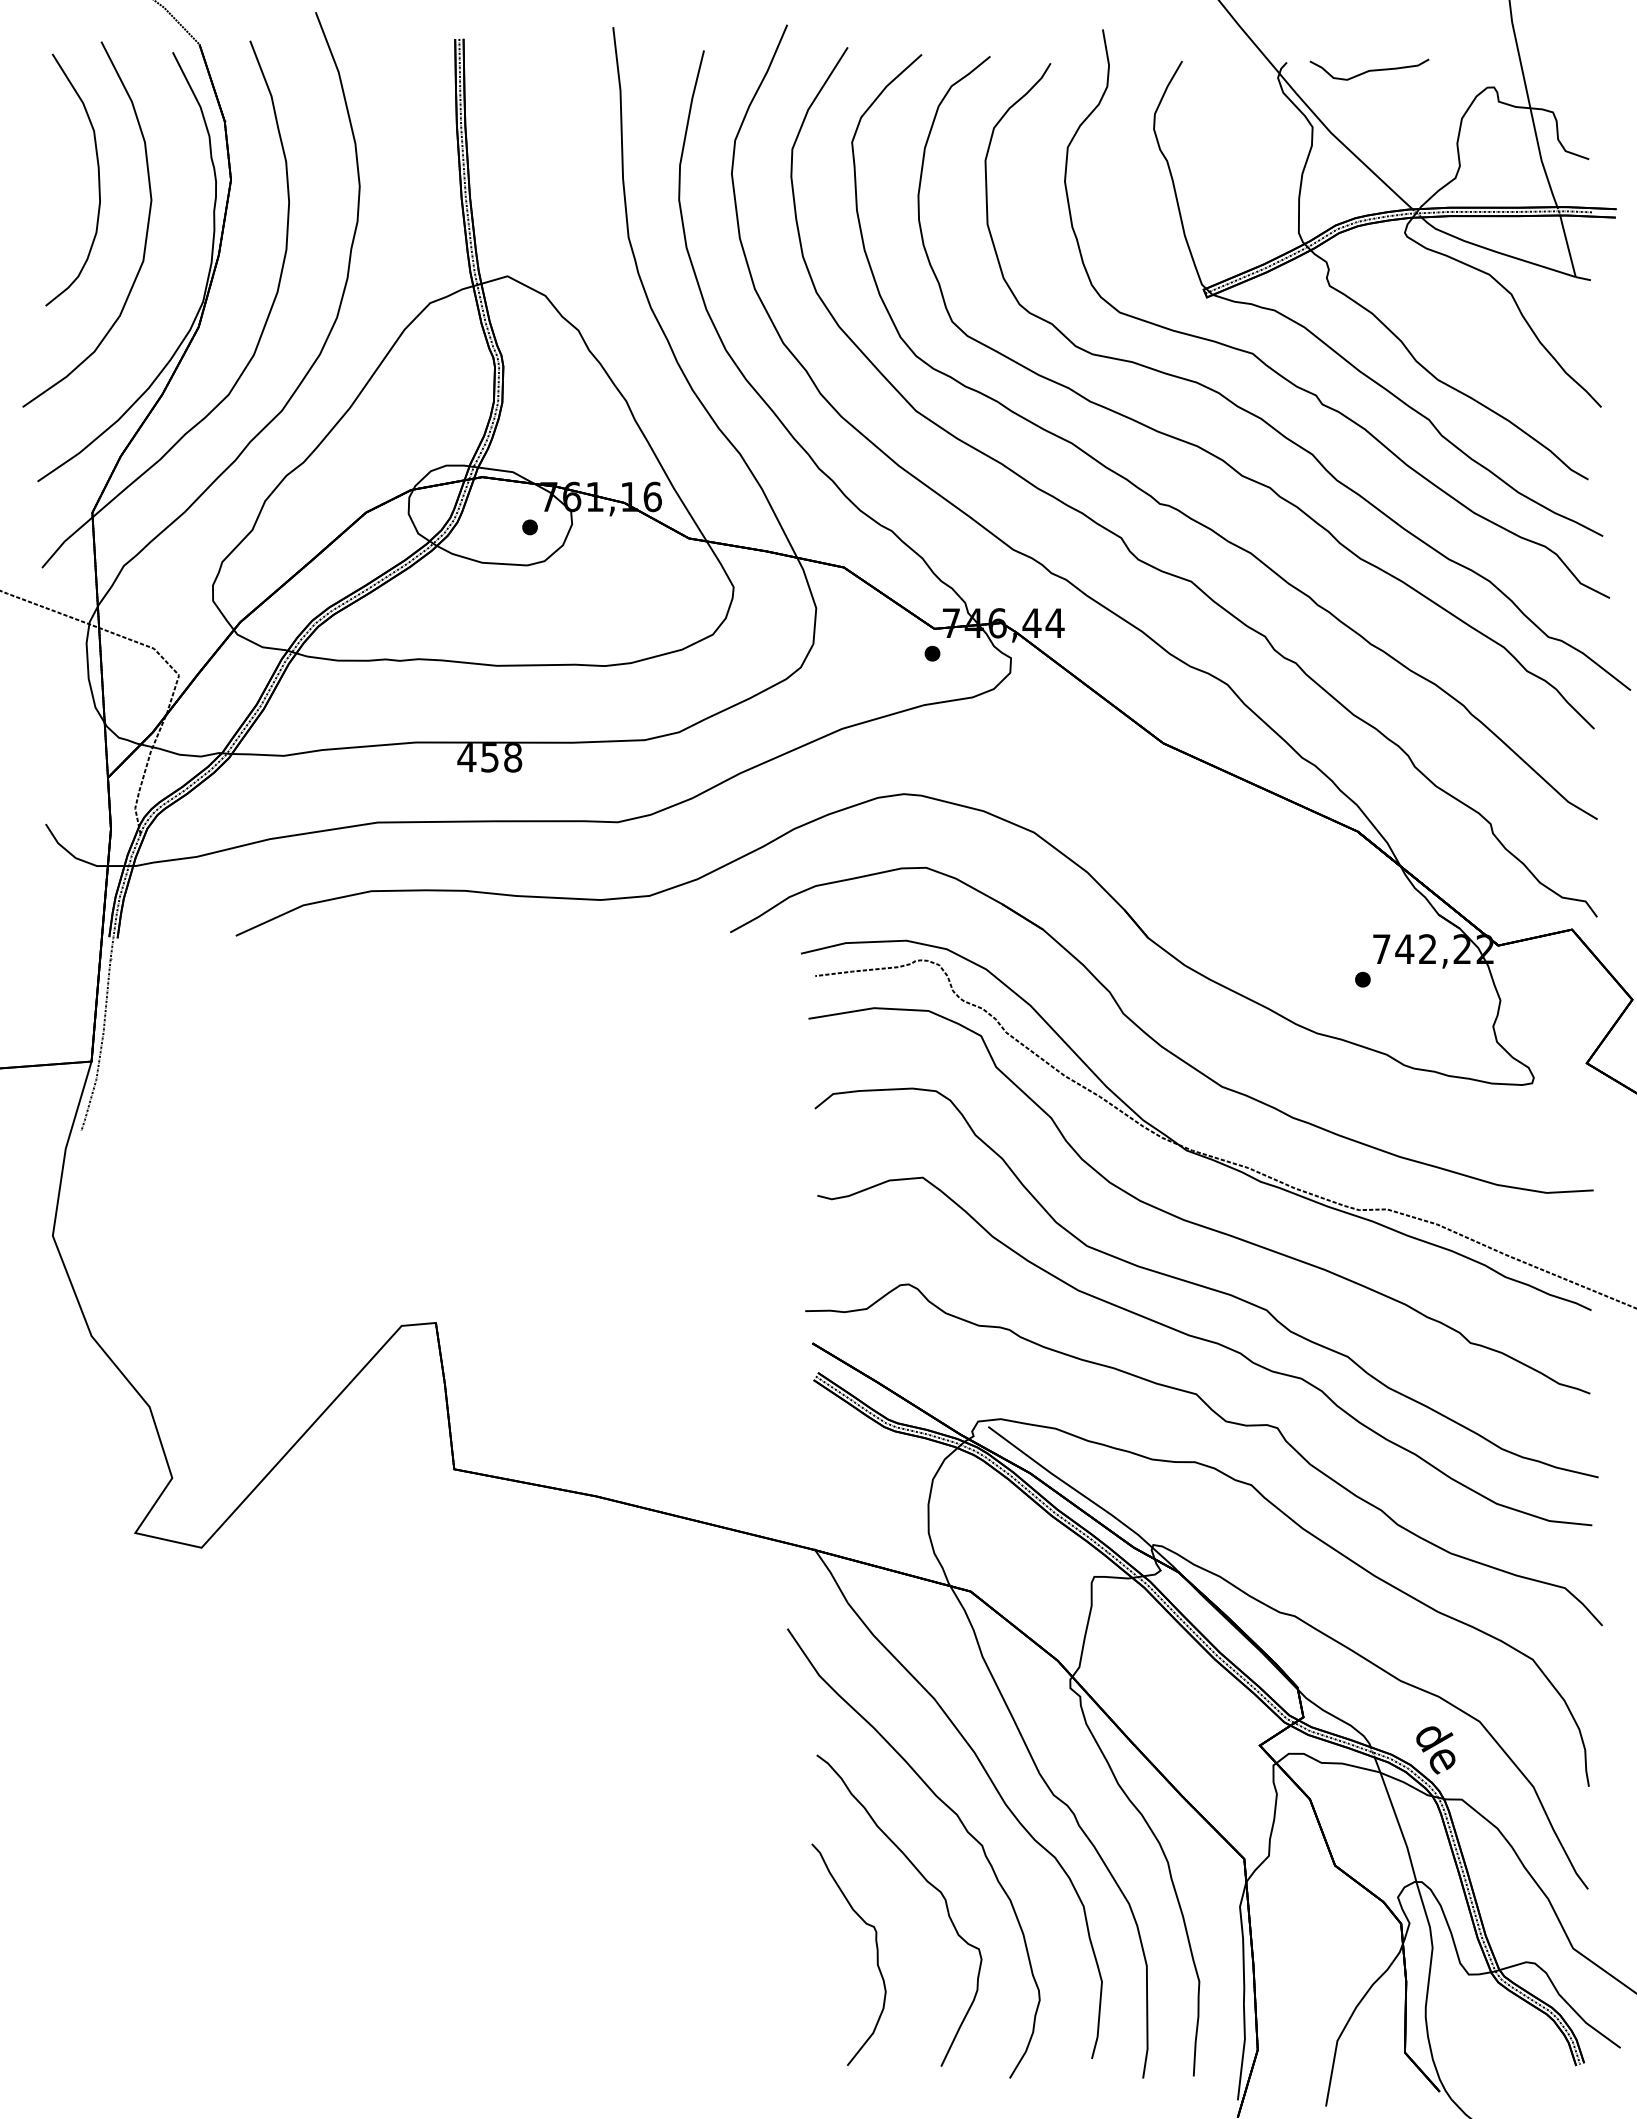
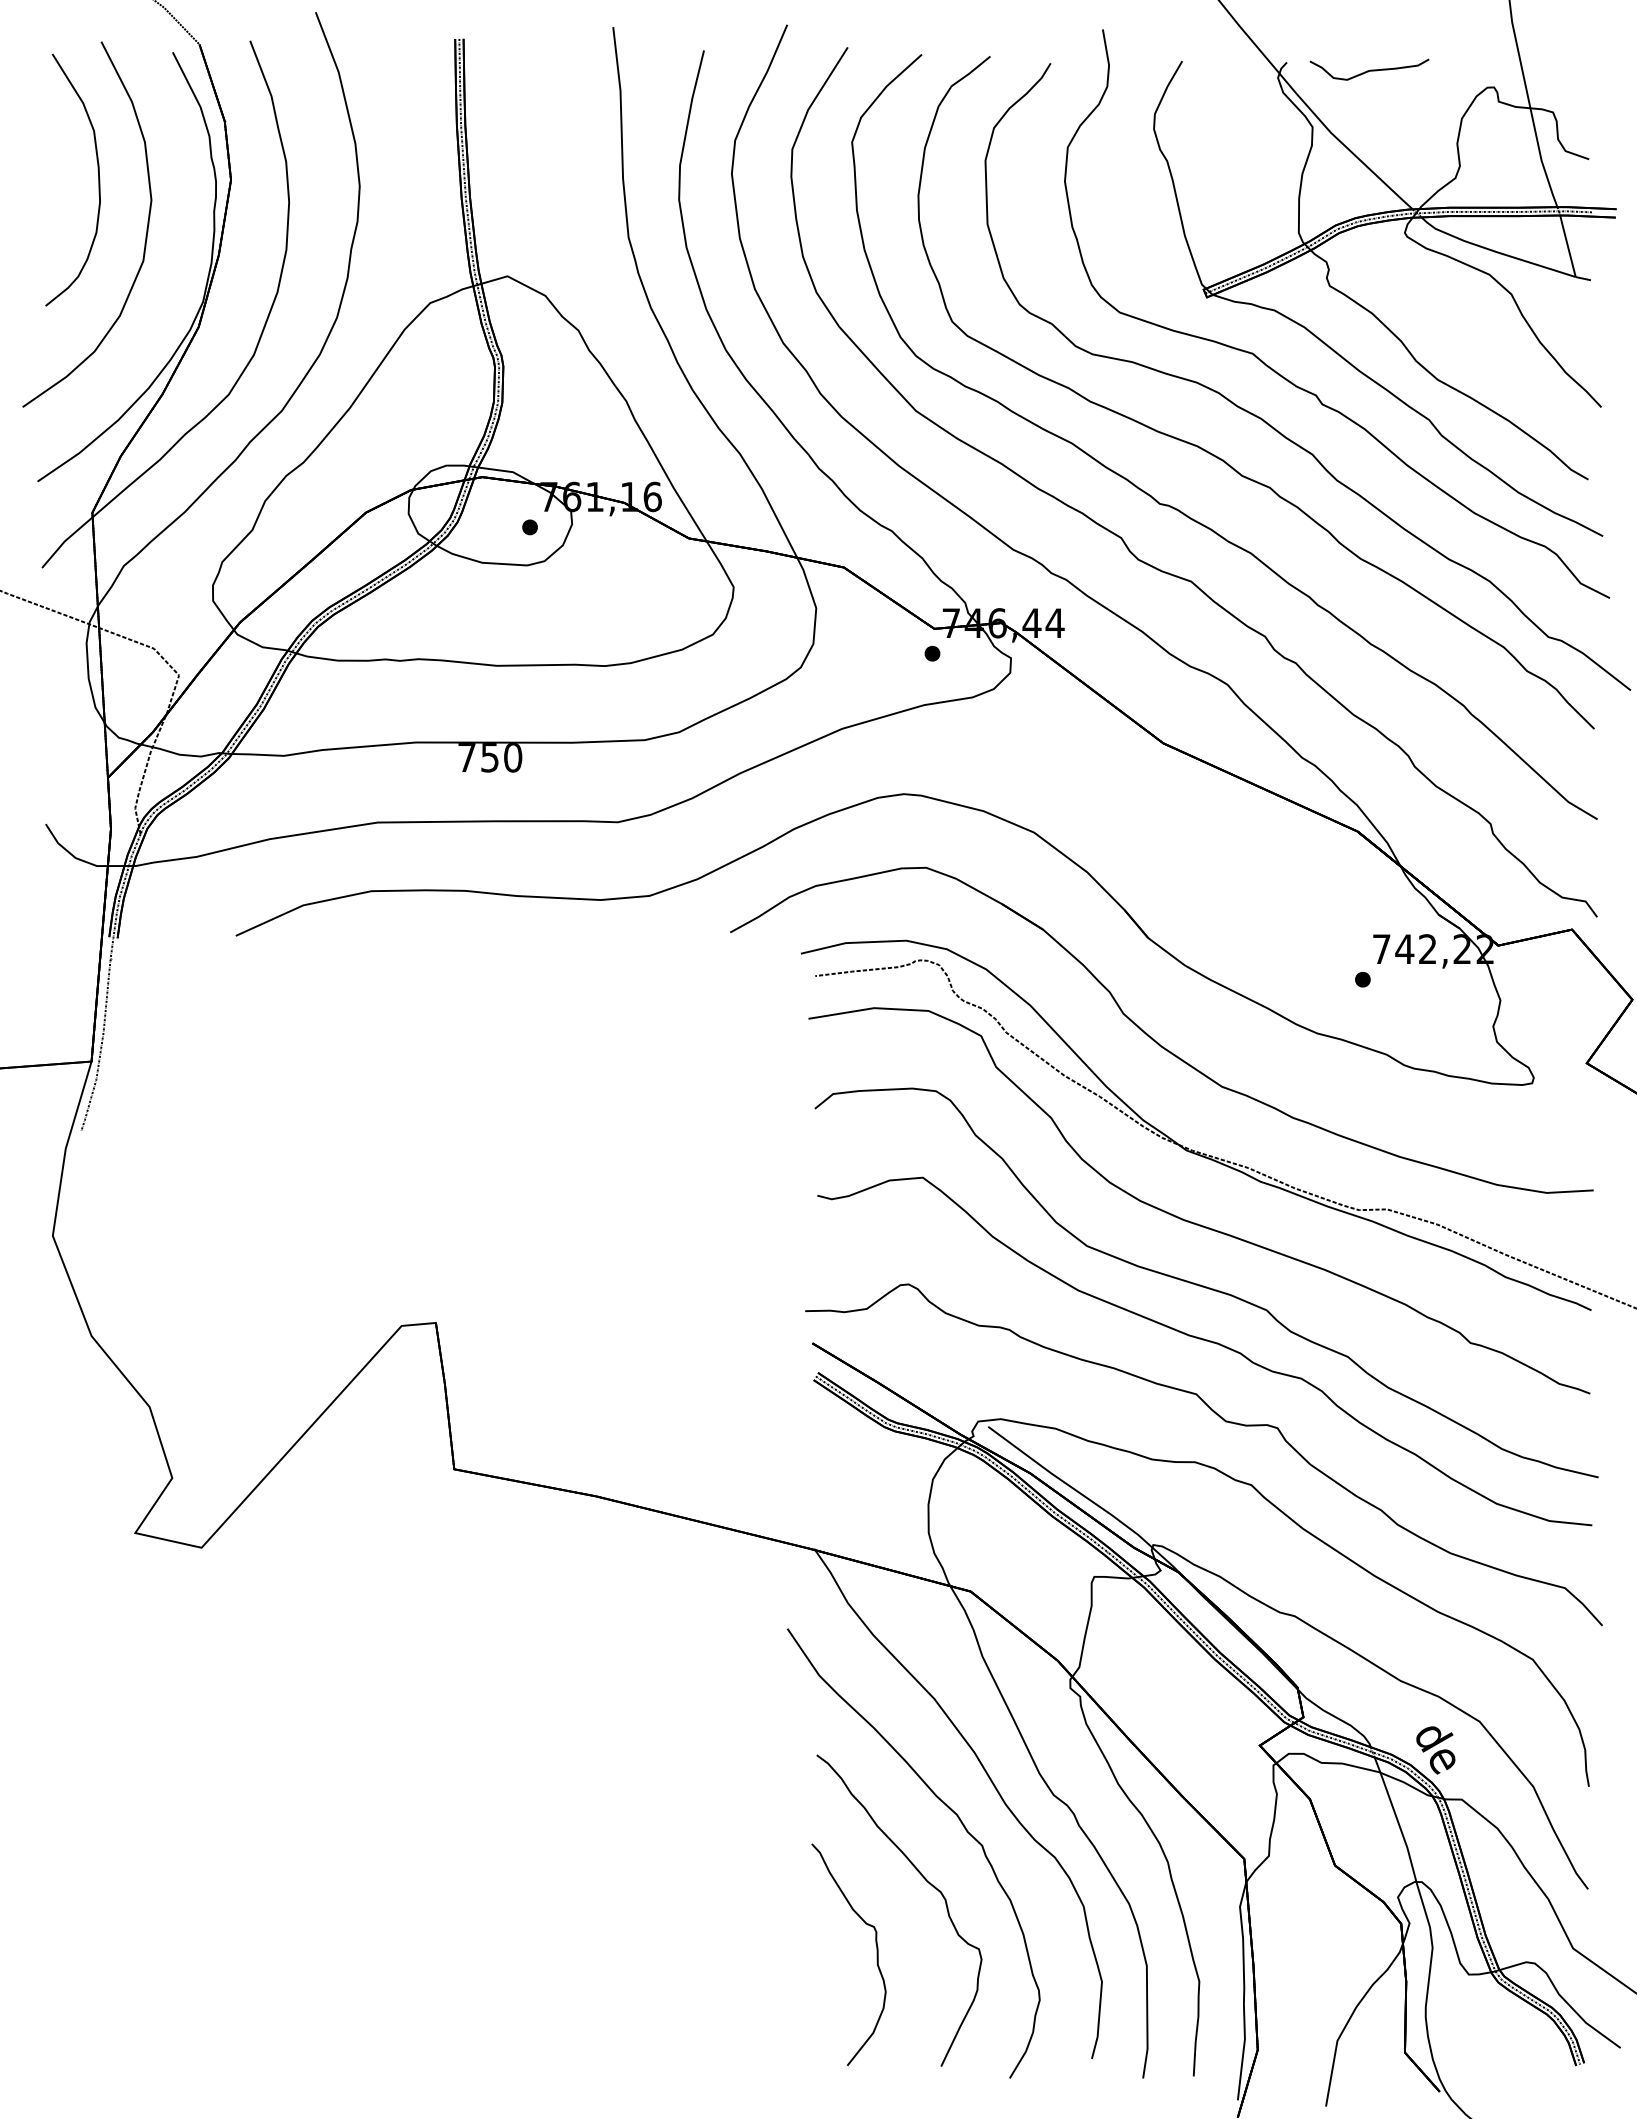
text at (489, 757): 458 -> 750
